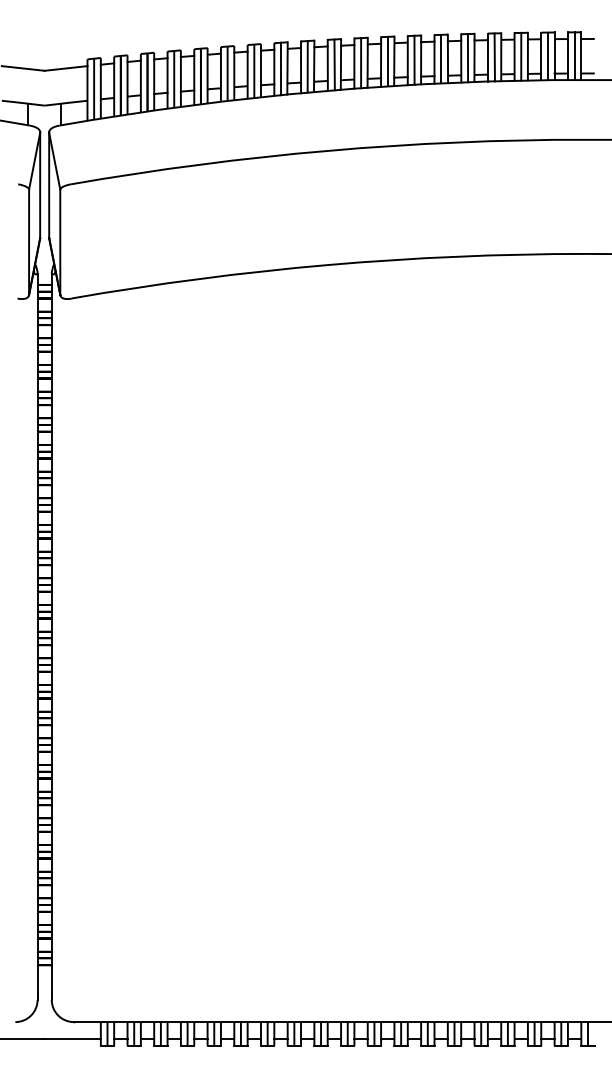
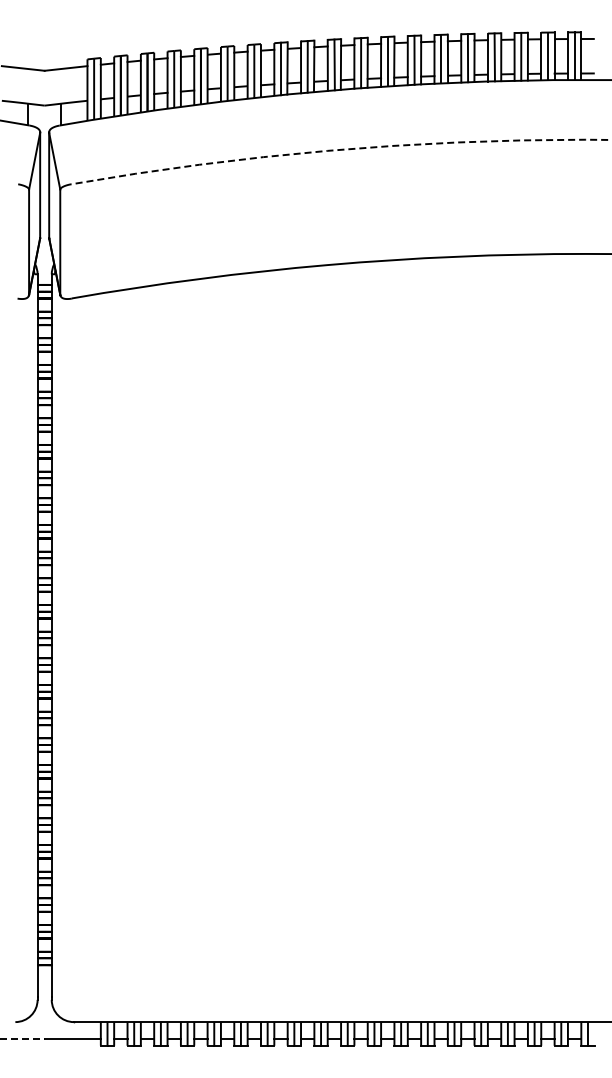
arc at (340, 149): solid -> dashed
line at (23, 1038): solid -> dashed
